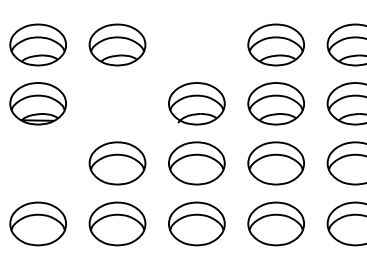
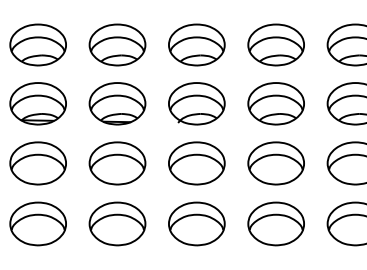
part at (196, 44): none -> present
part at (117, 103): none -> present
part at (37, 163): none -> present
